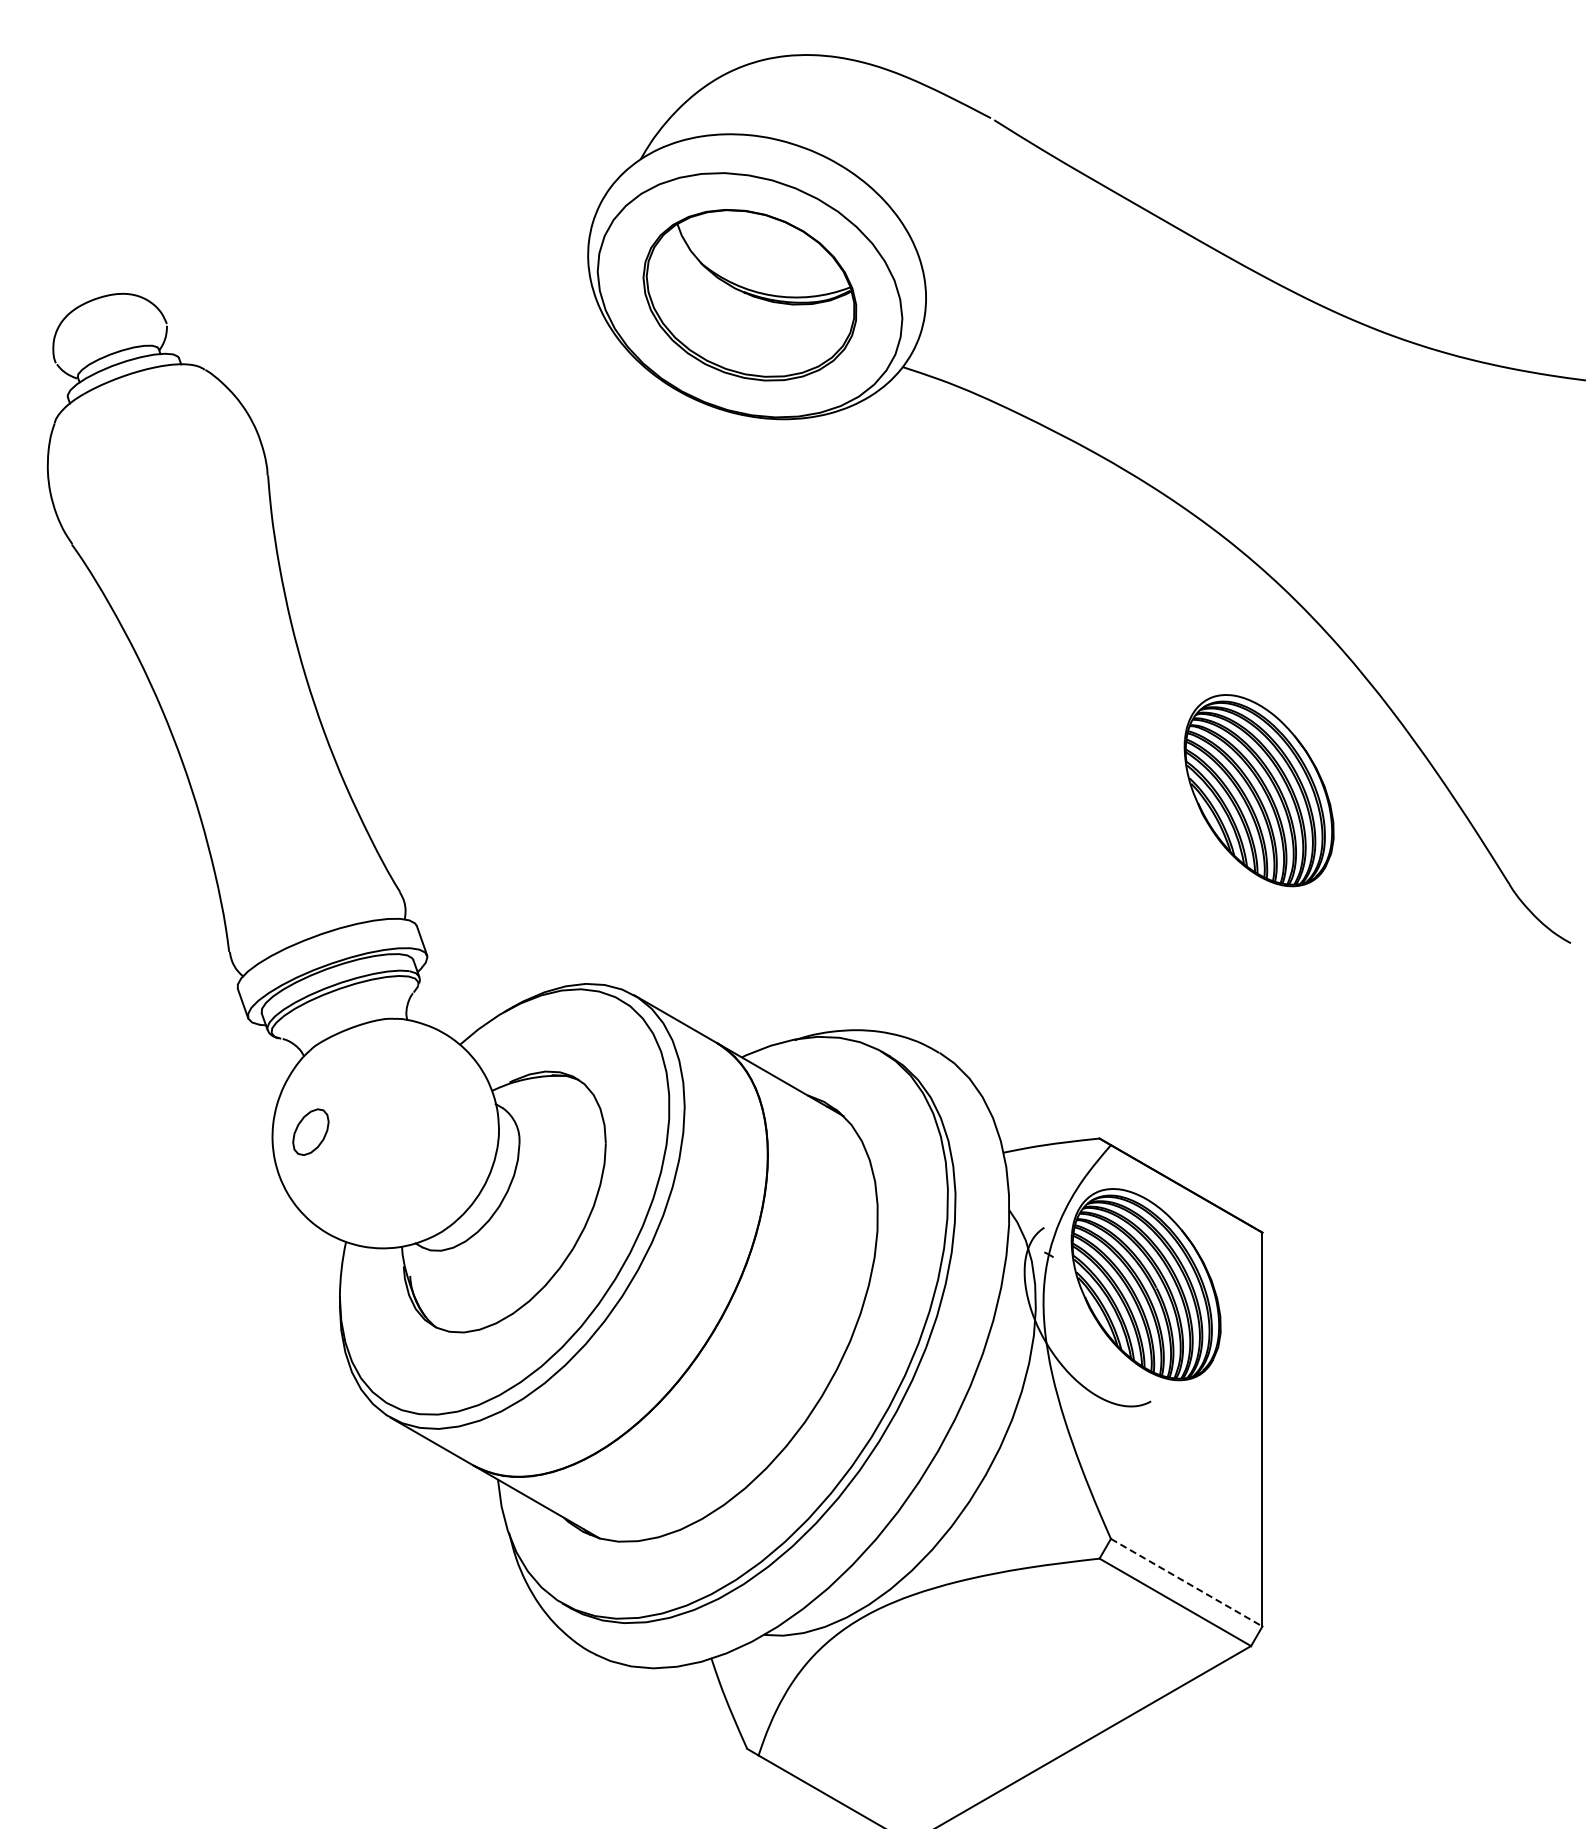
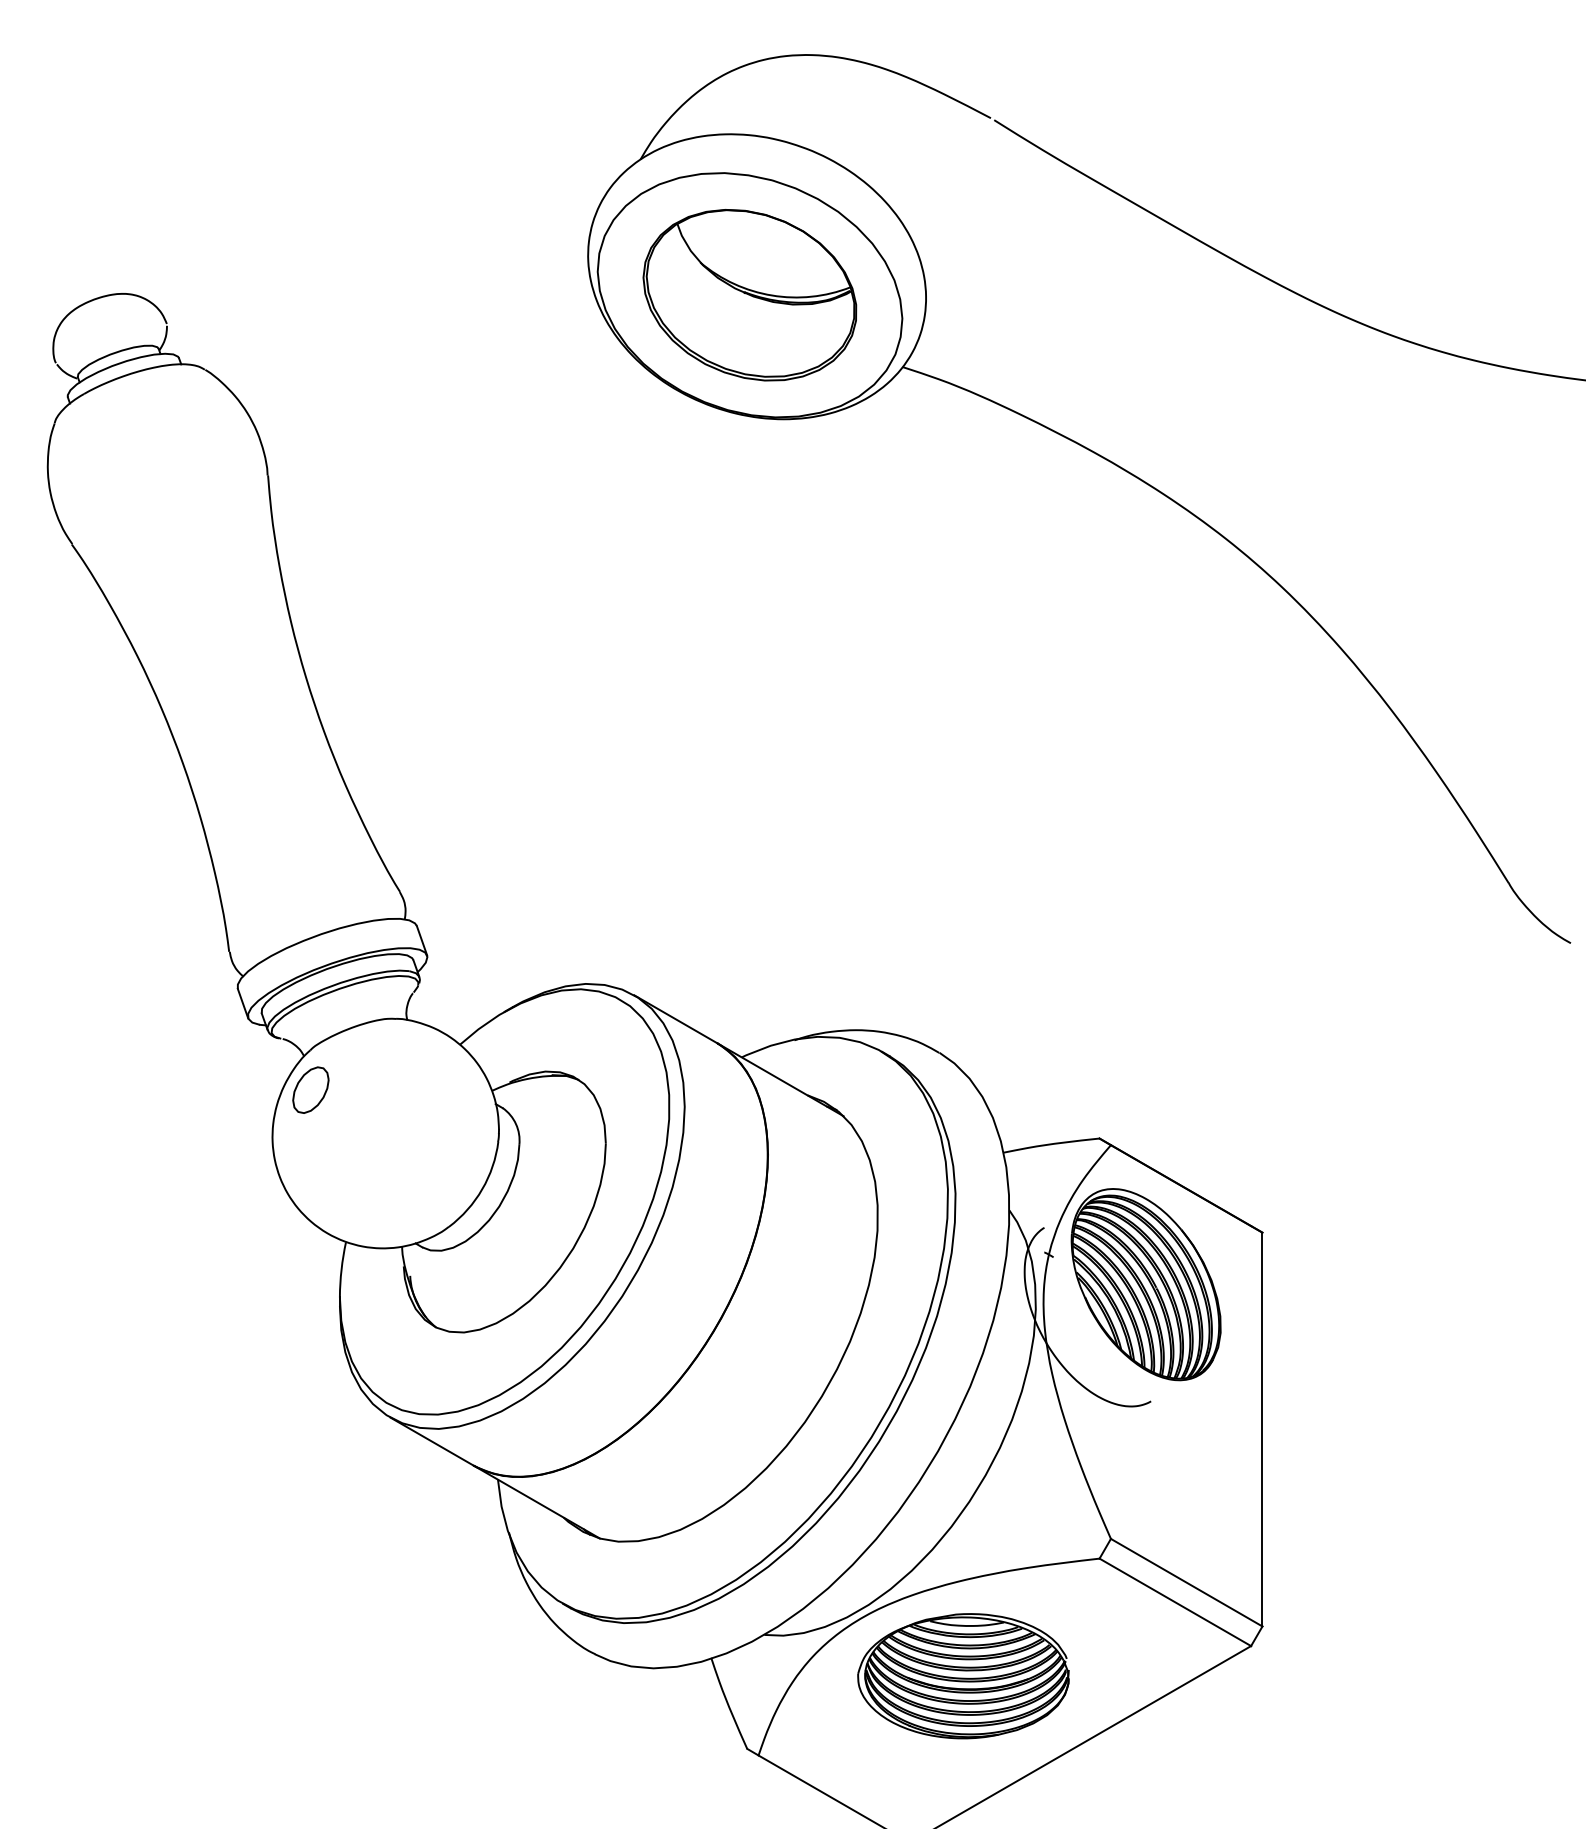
part at (1258, 790): present -> none
part at (310, 1131) position: (310, 1131) -> (310, 1089)
line at (1186, 1582): dashed -> solid
part at (963, 1676): none -> present
